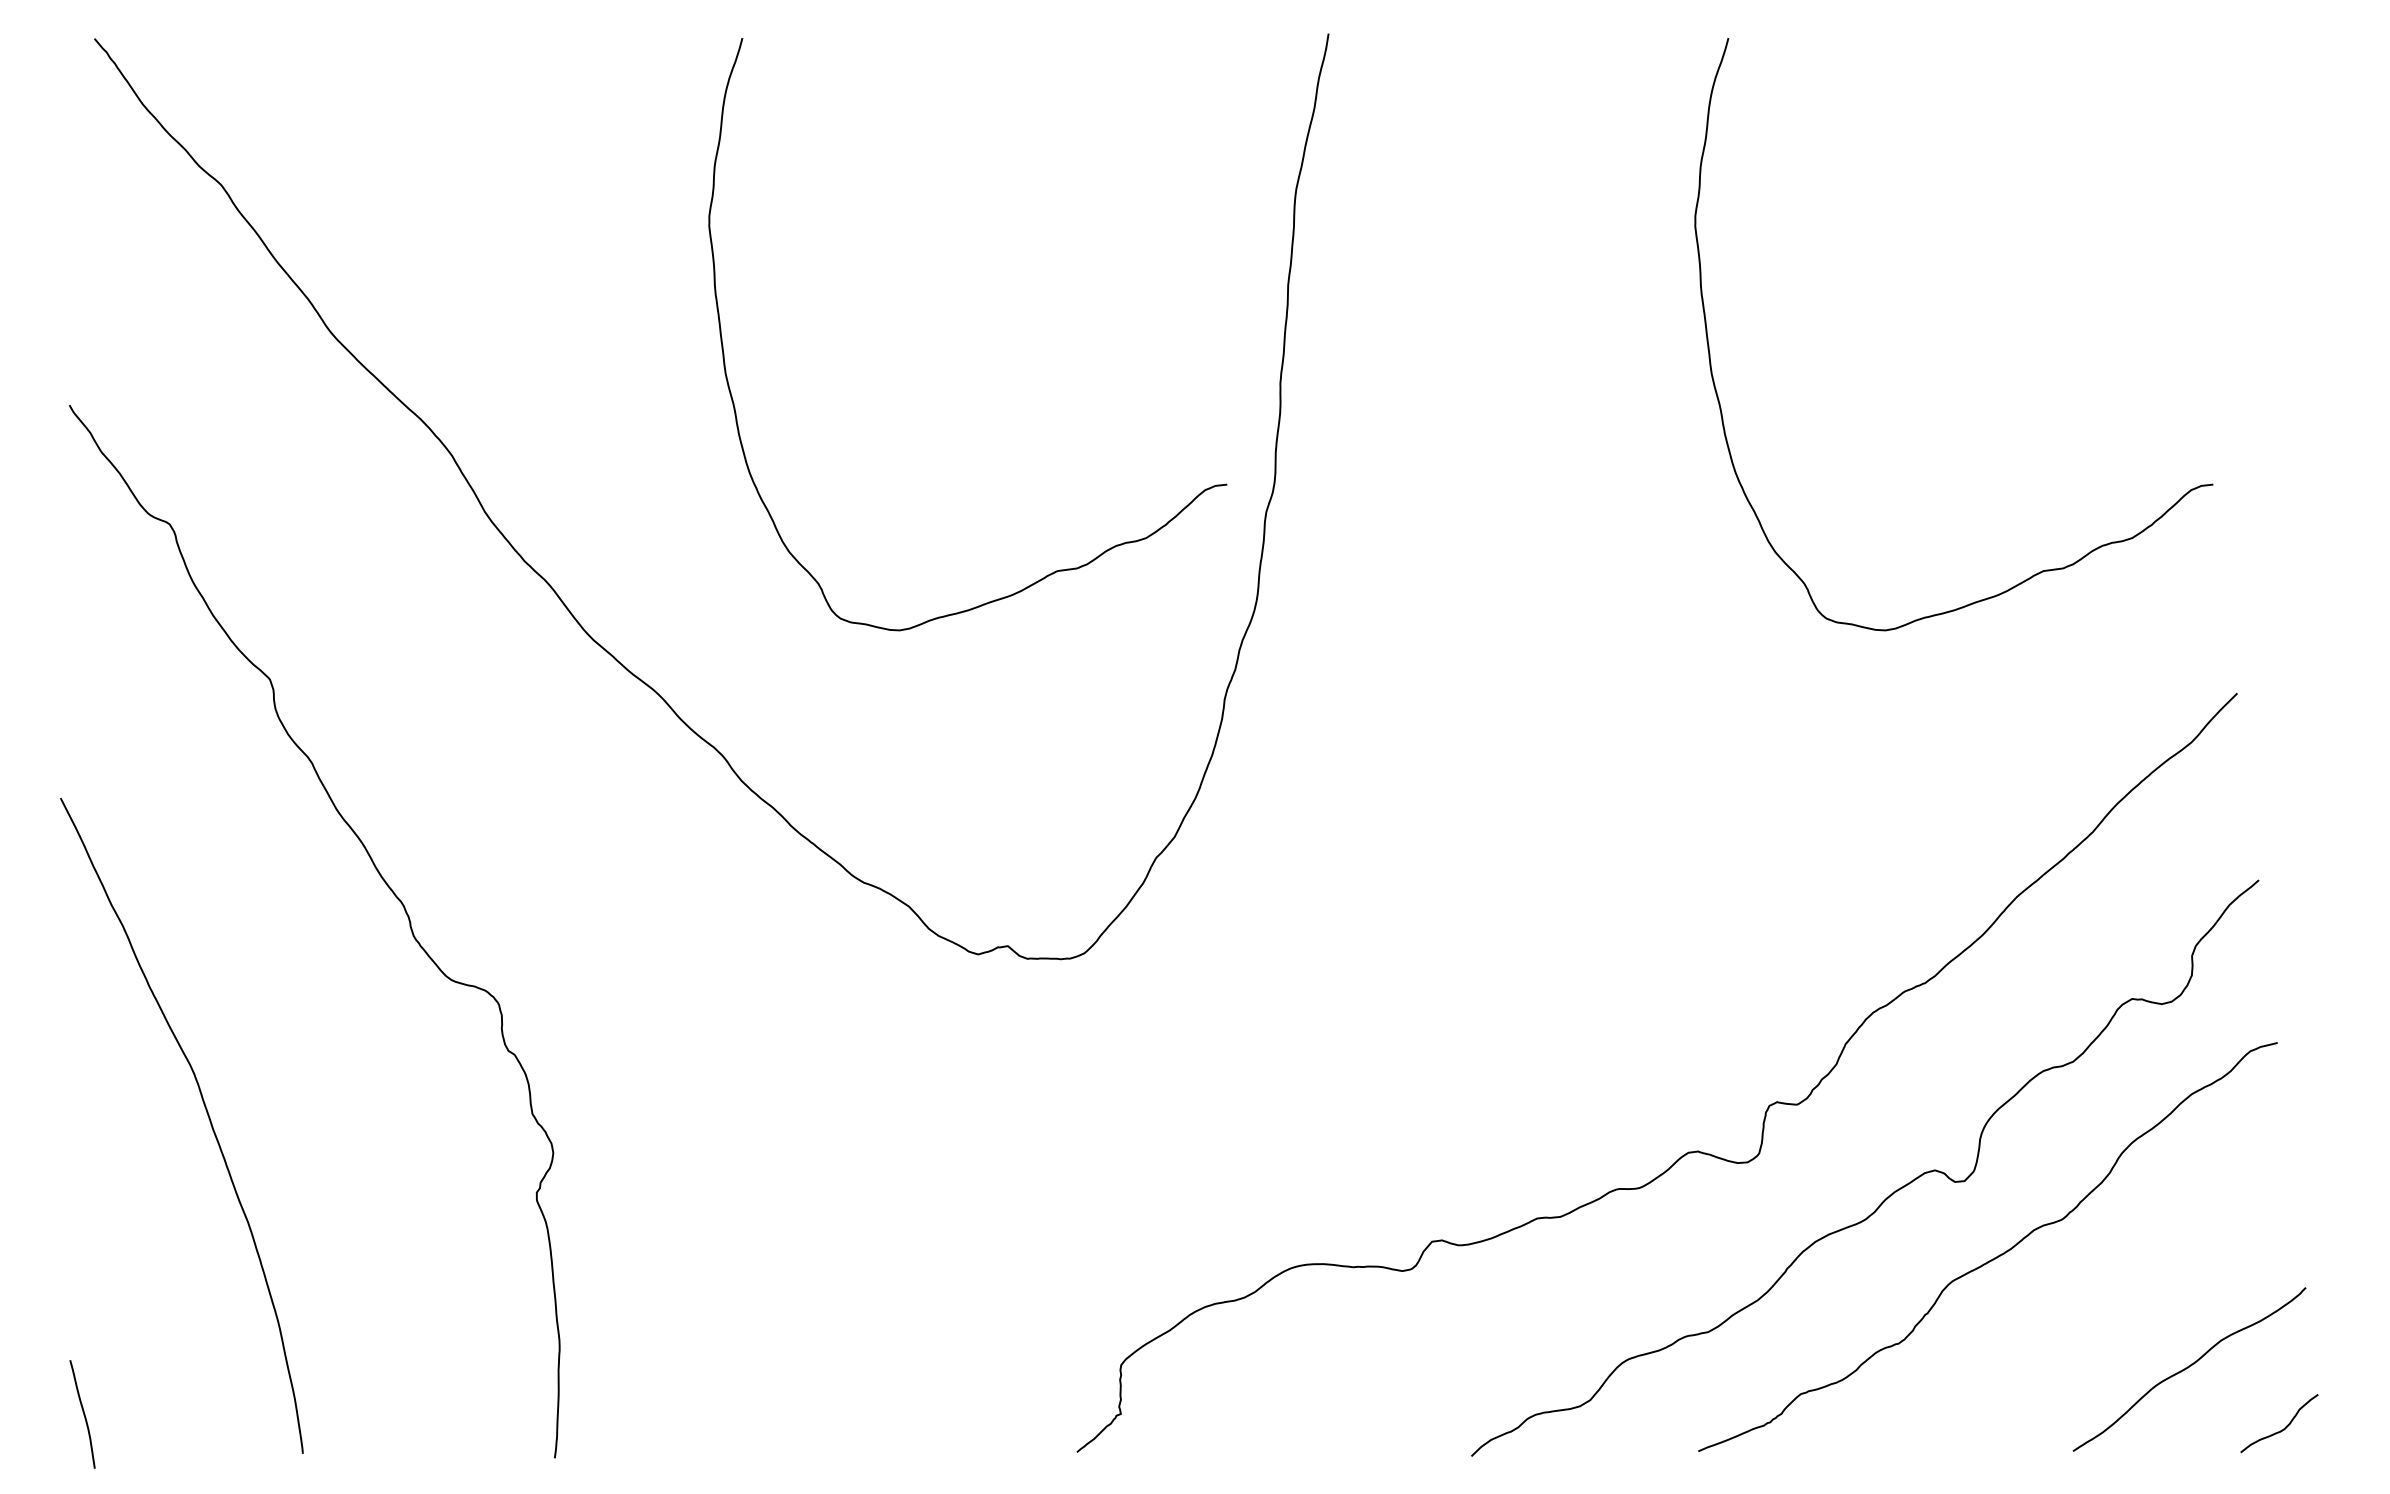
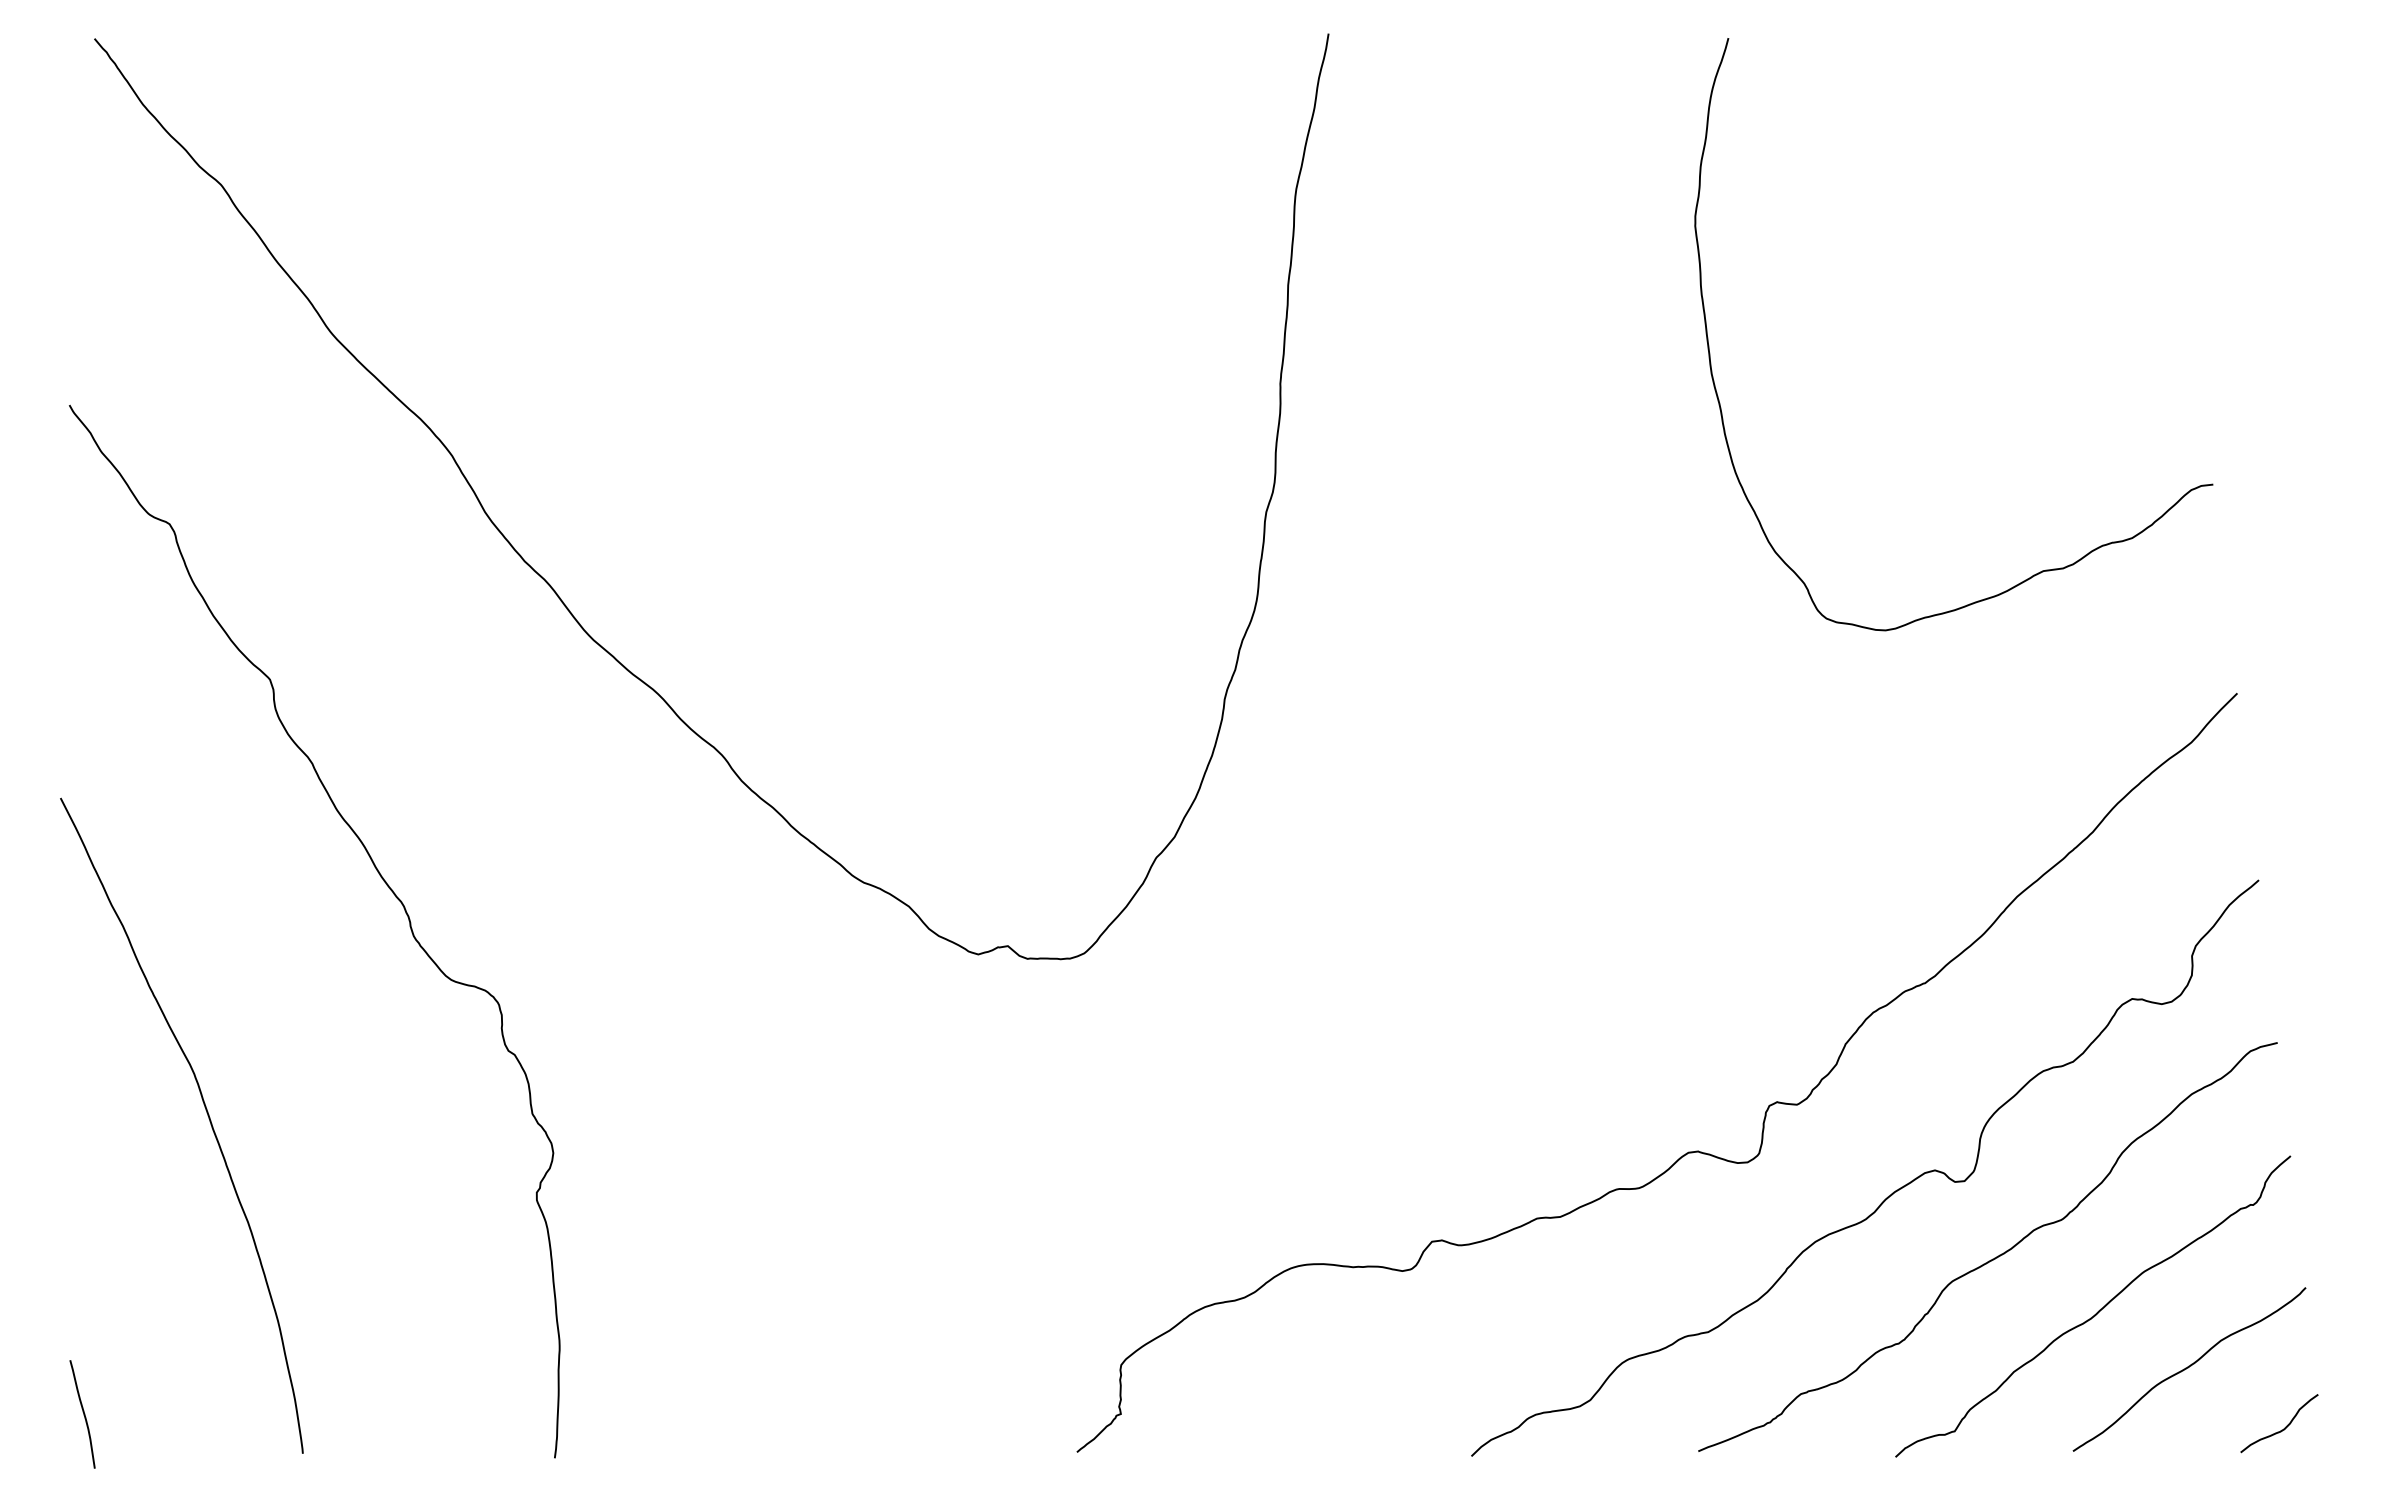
curve at (733, 399): present -> none
curve at (2098, 1310): none -> present
